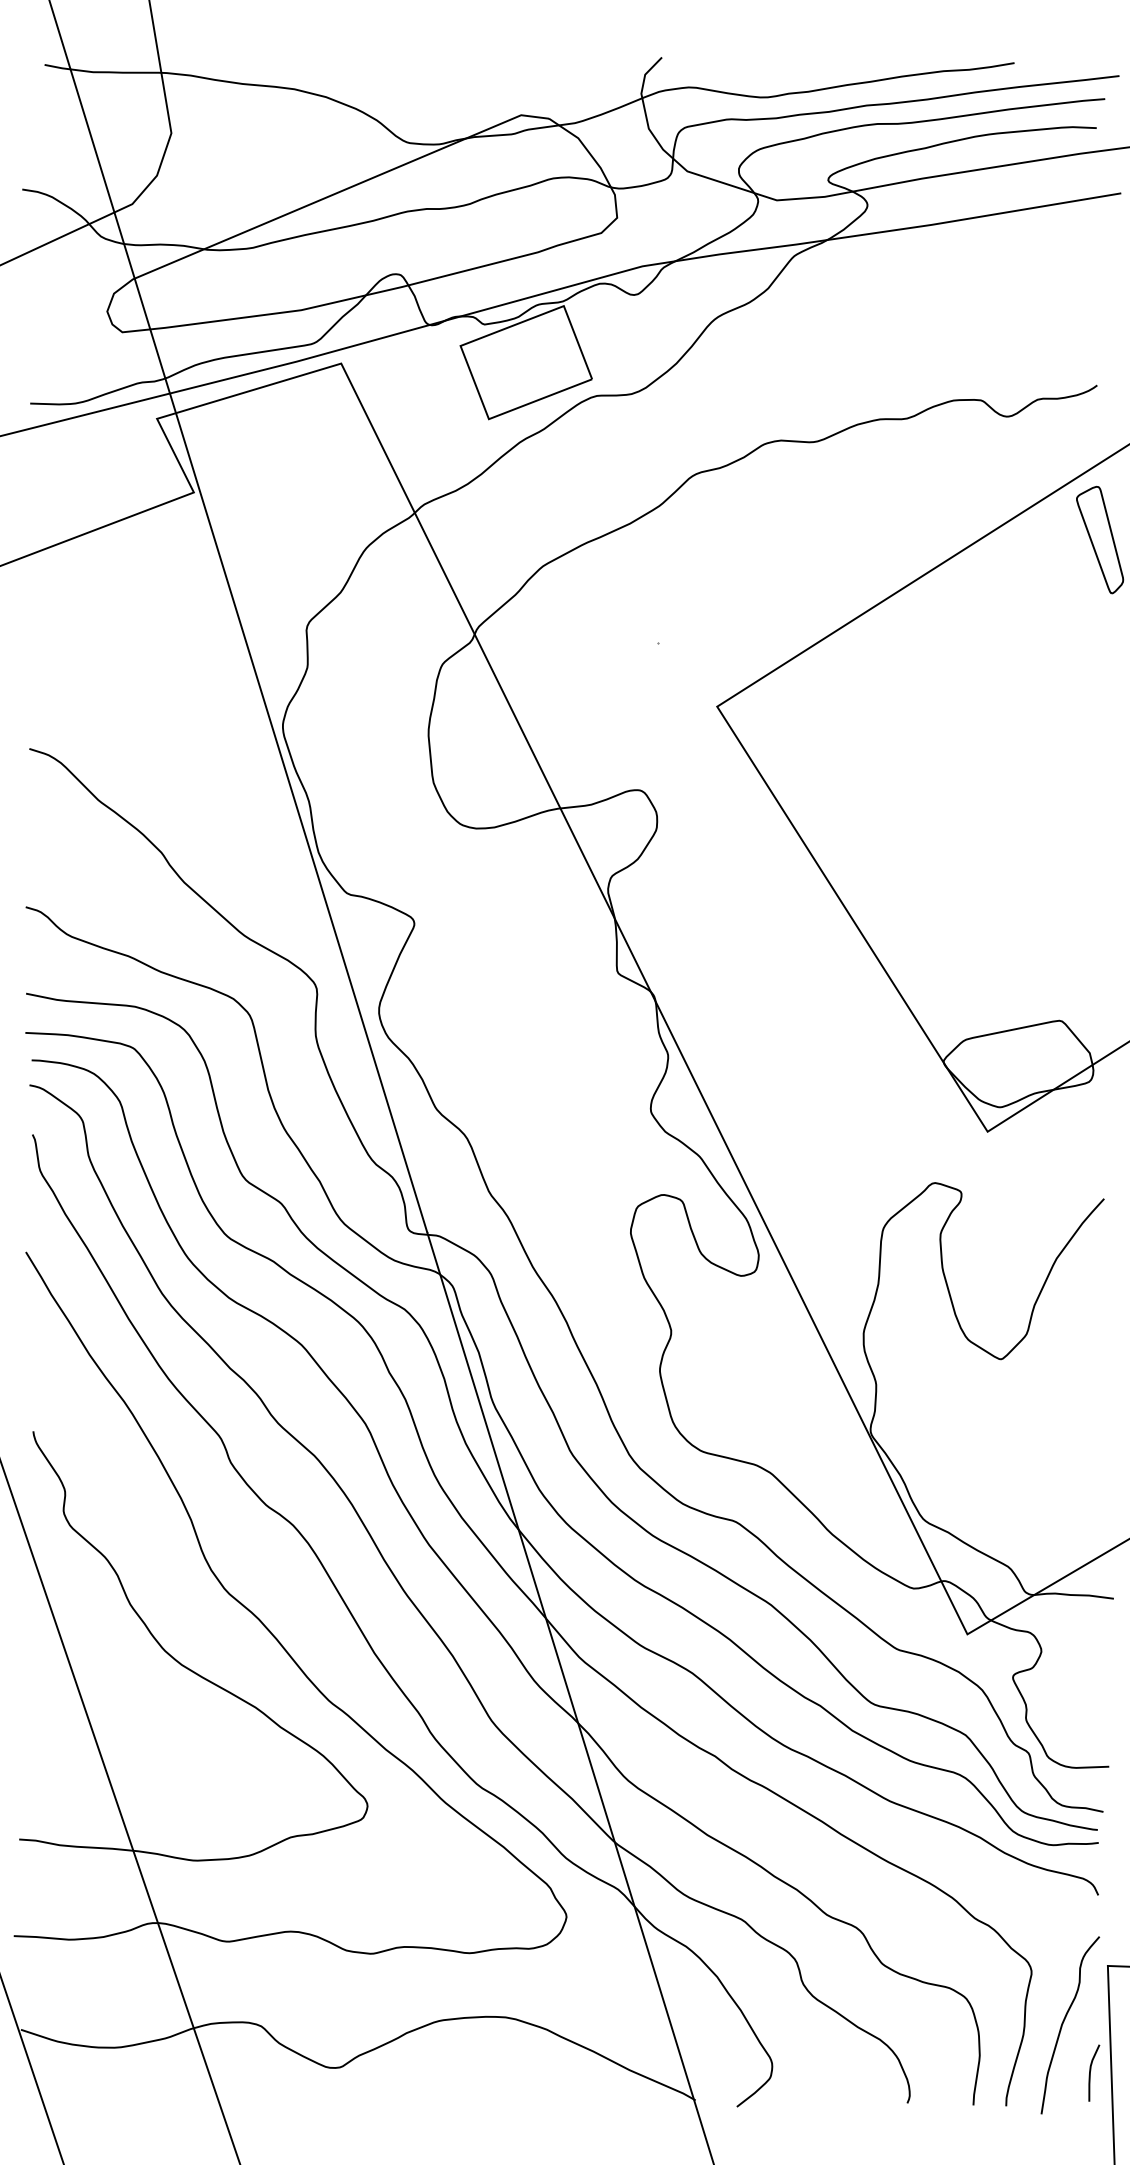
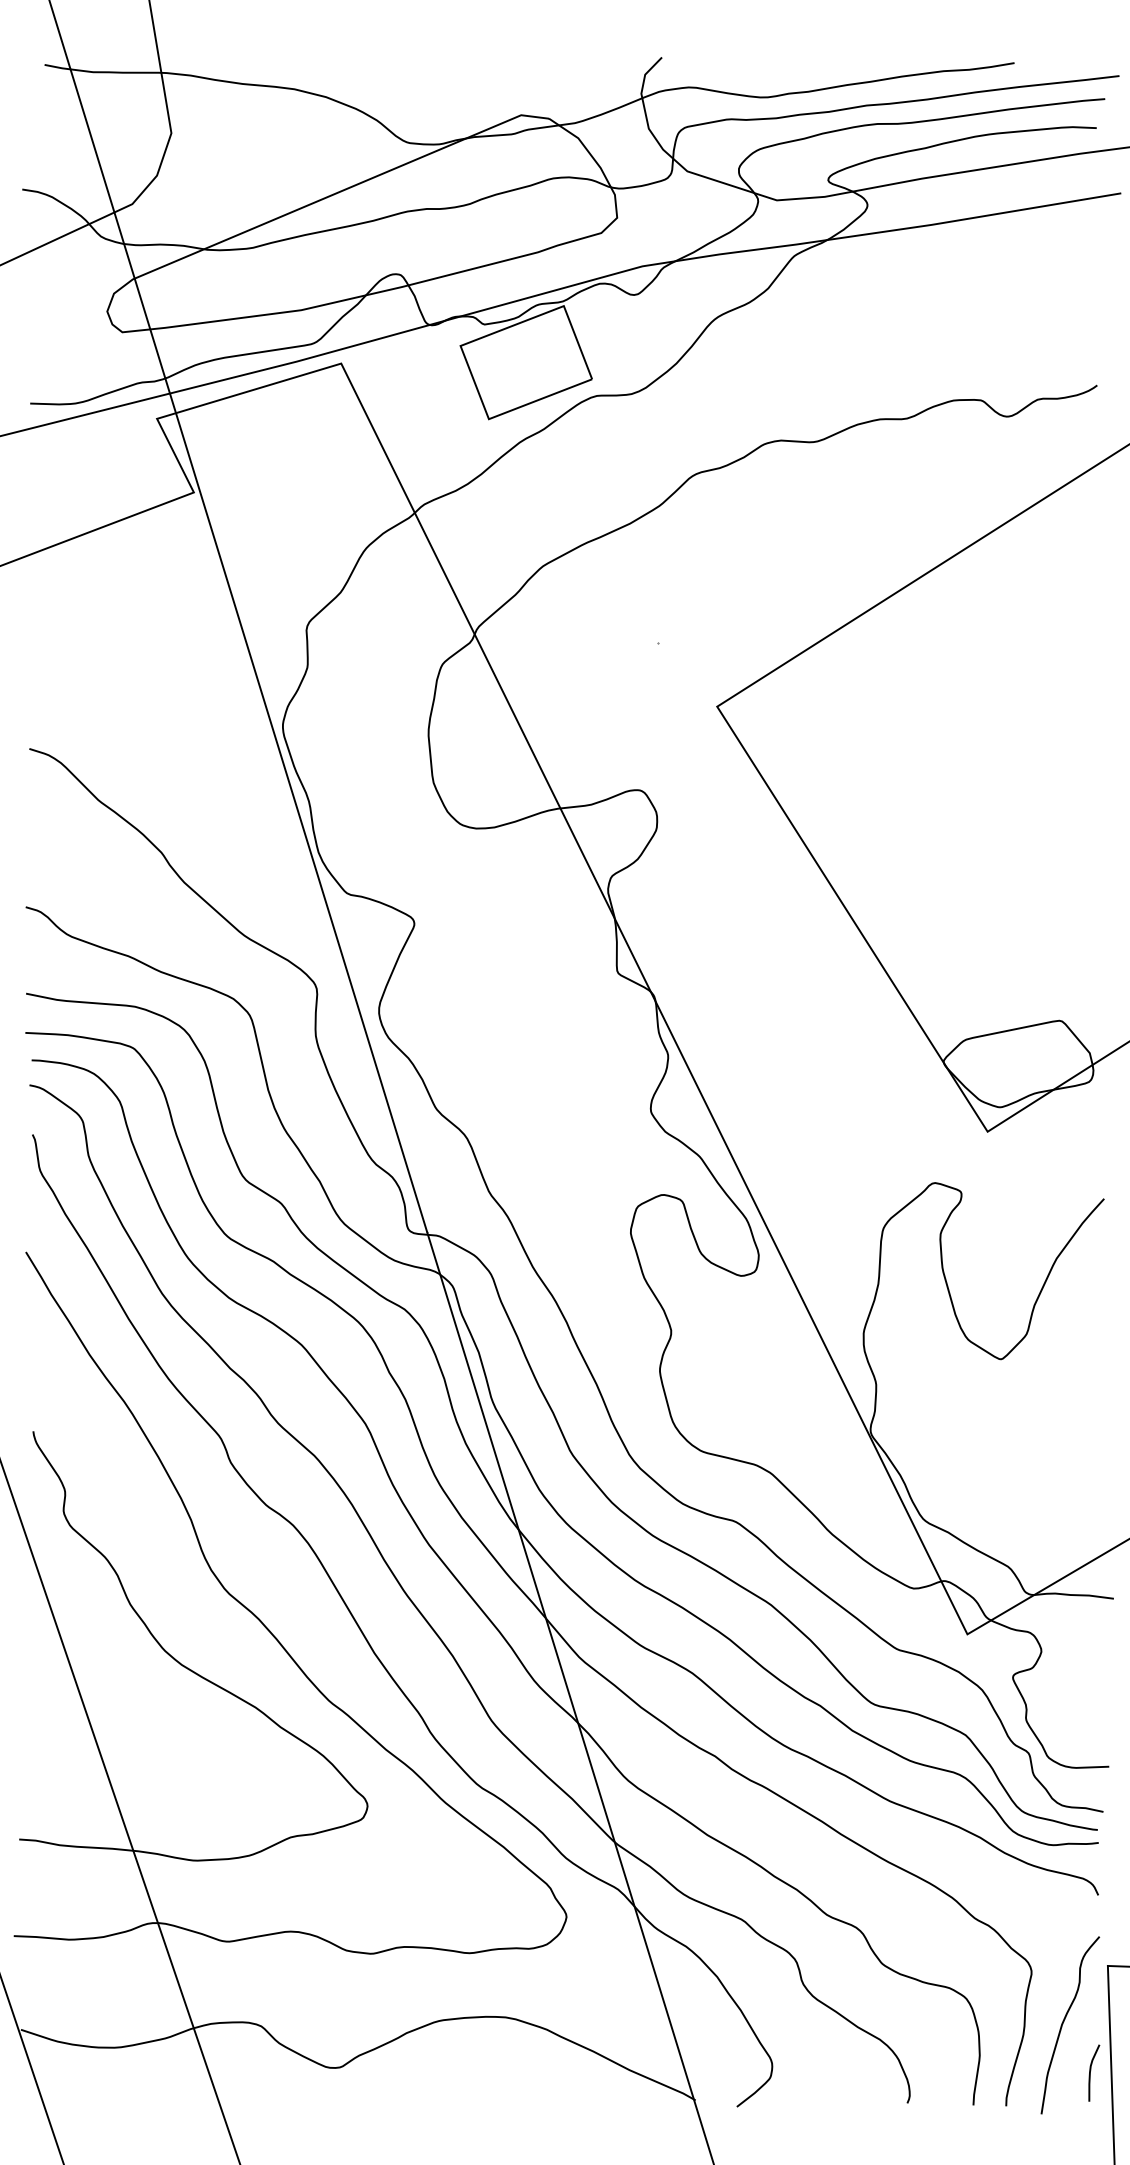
part at (1100, 539): present -> none
